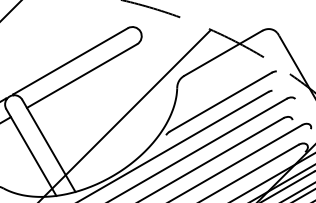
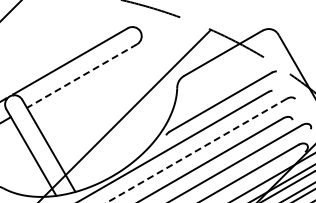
line at (82, 76): solid -> dashed
line at (196, 150): solid -> dashed
